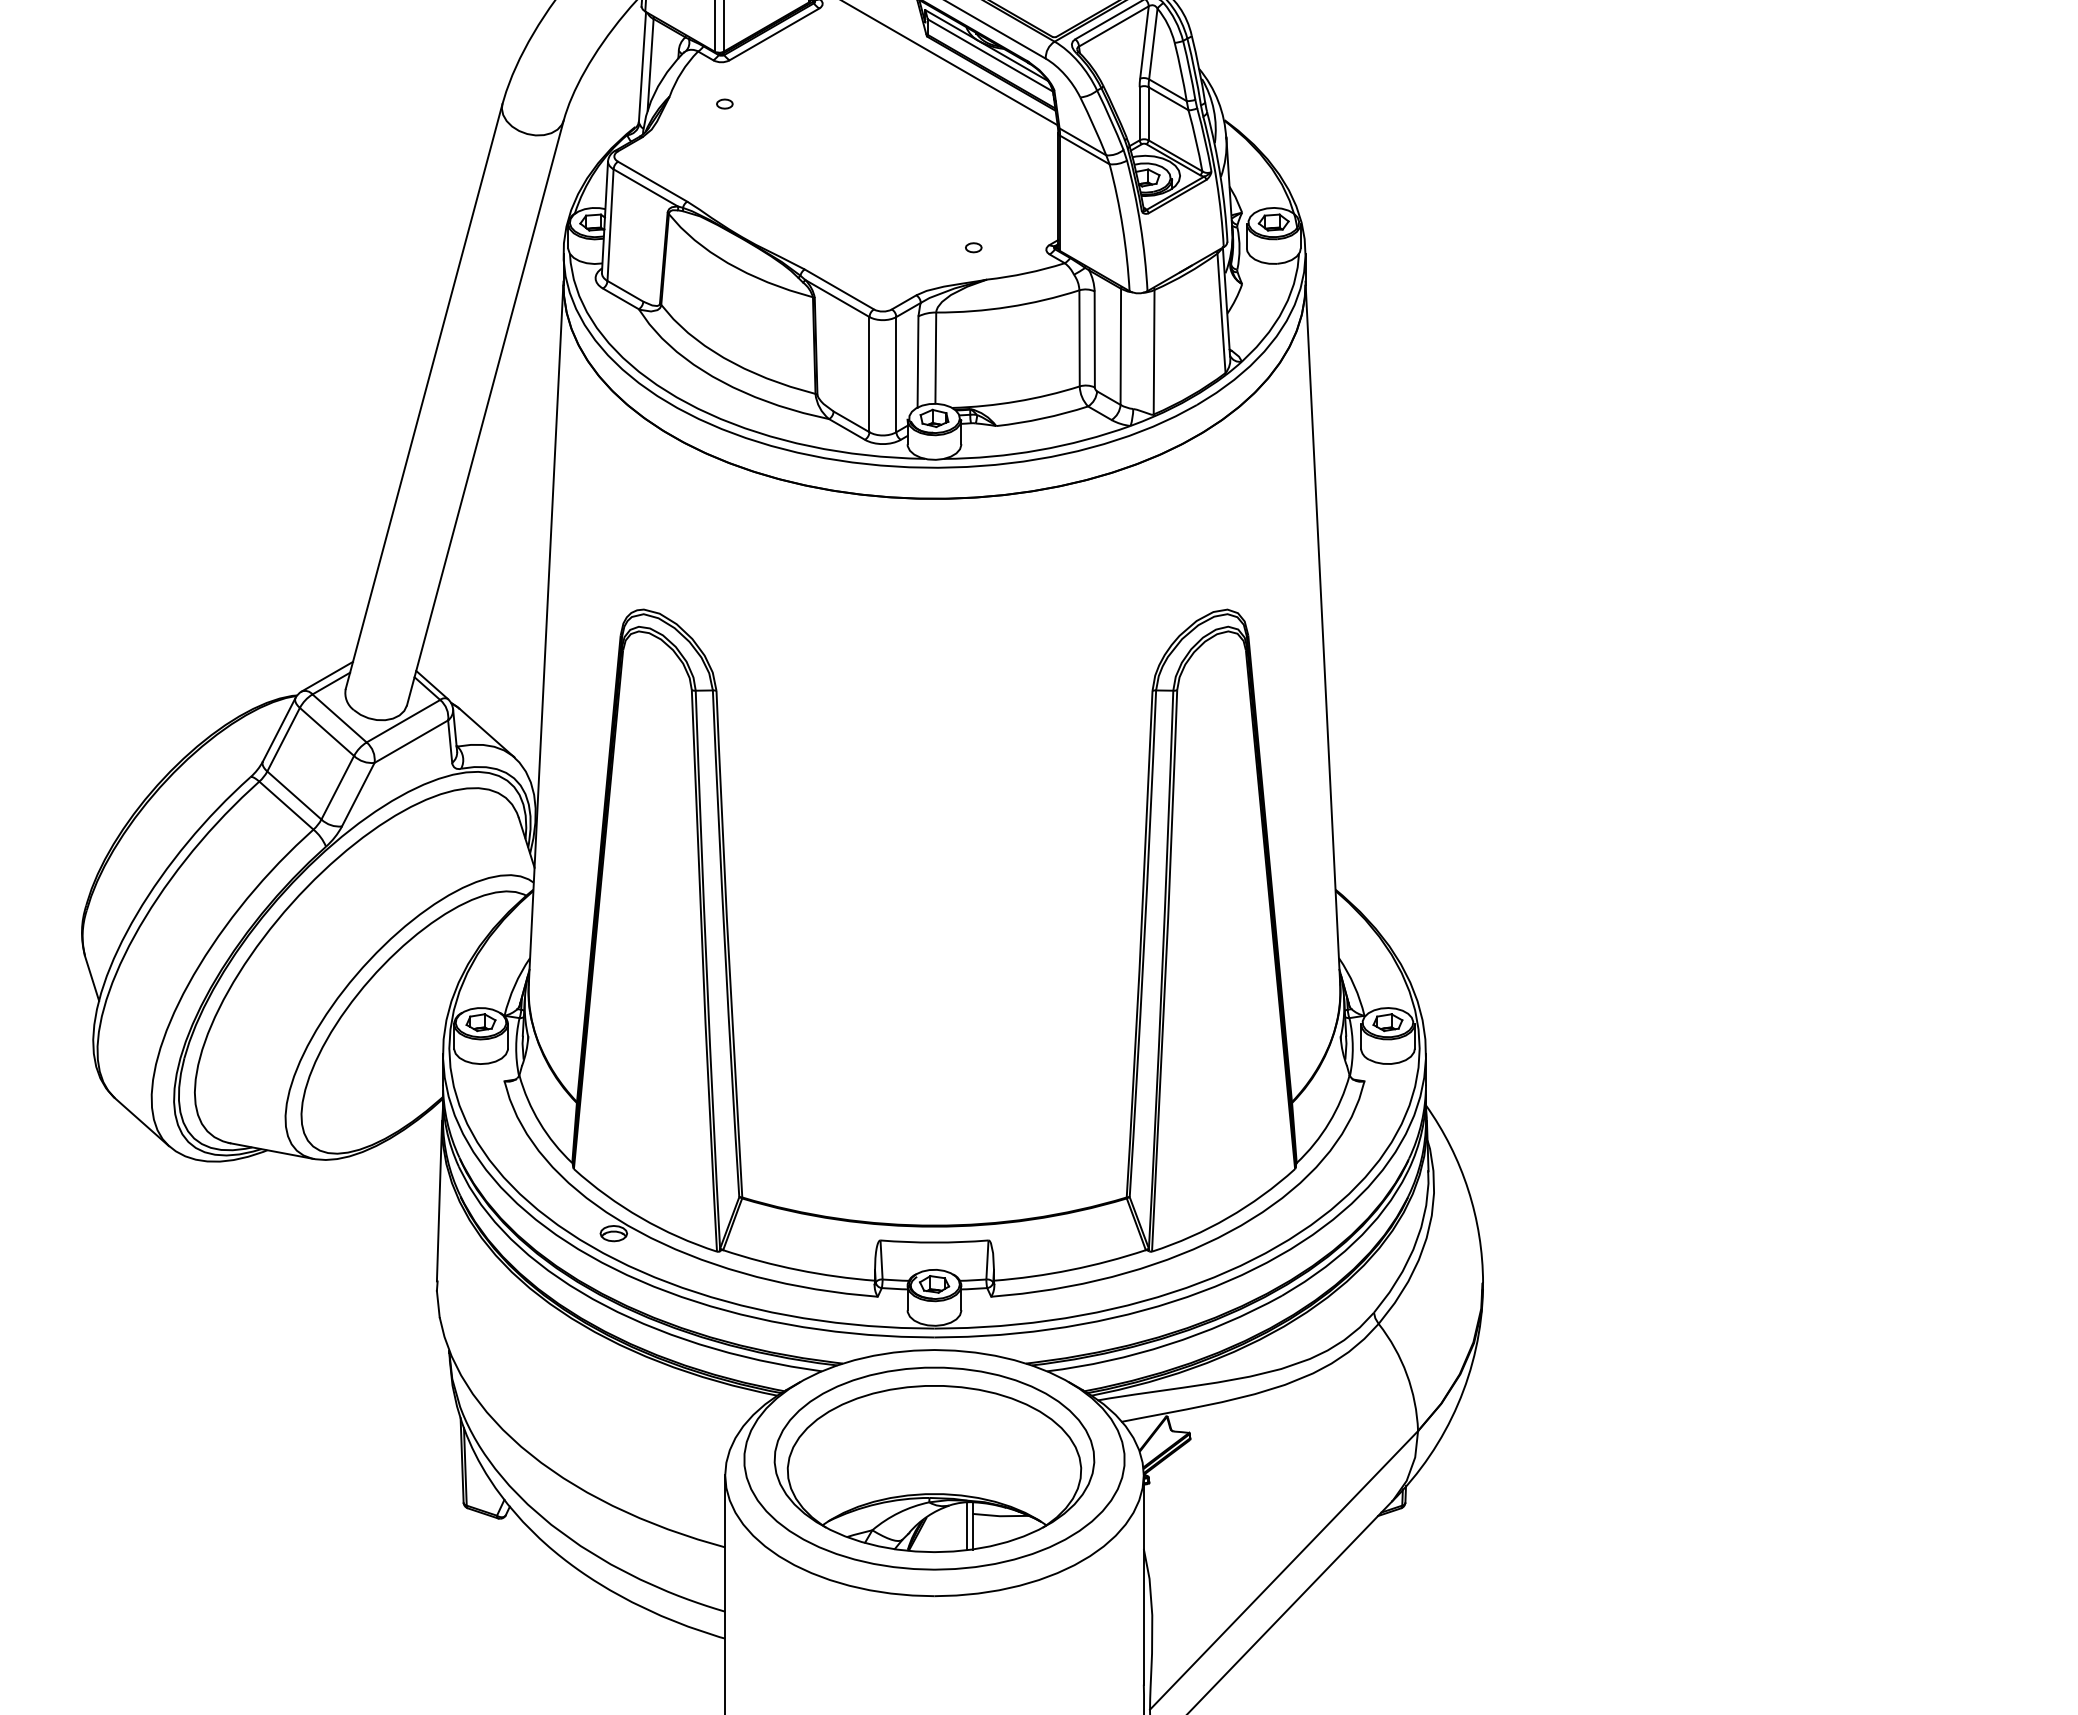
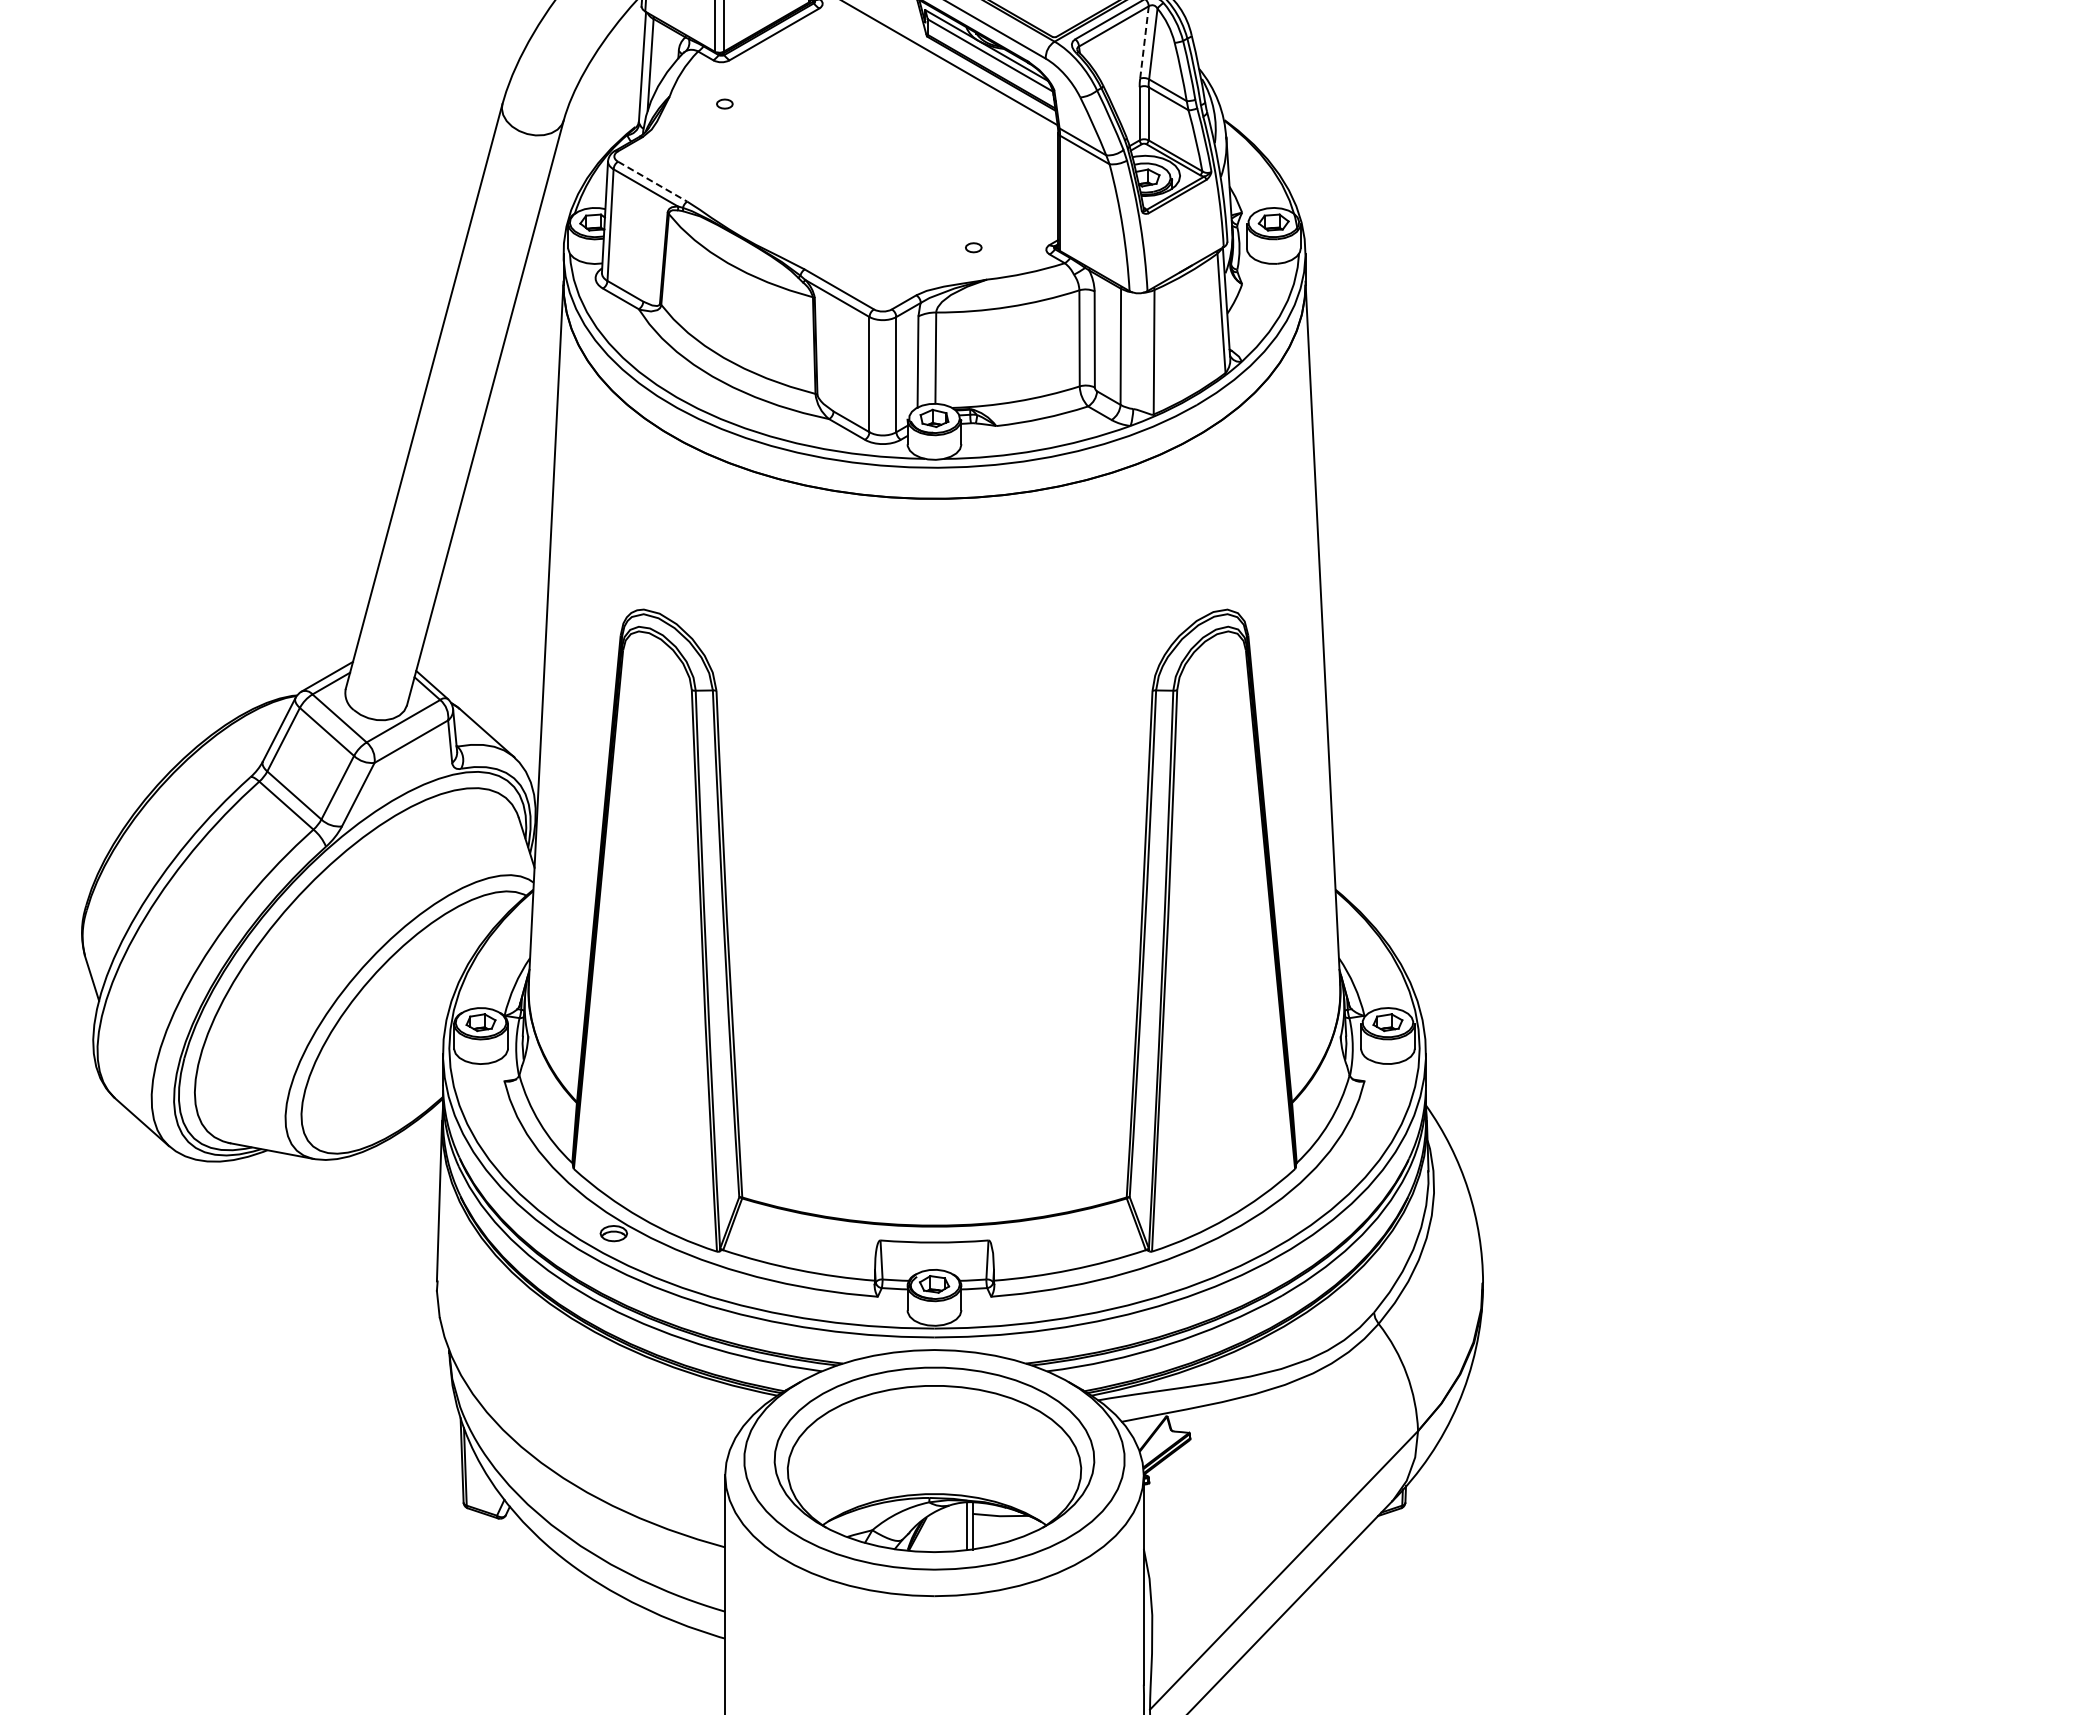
line at (1144, 41): solid -> dashed
line at (652, 181): solid -> dashed
